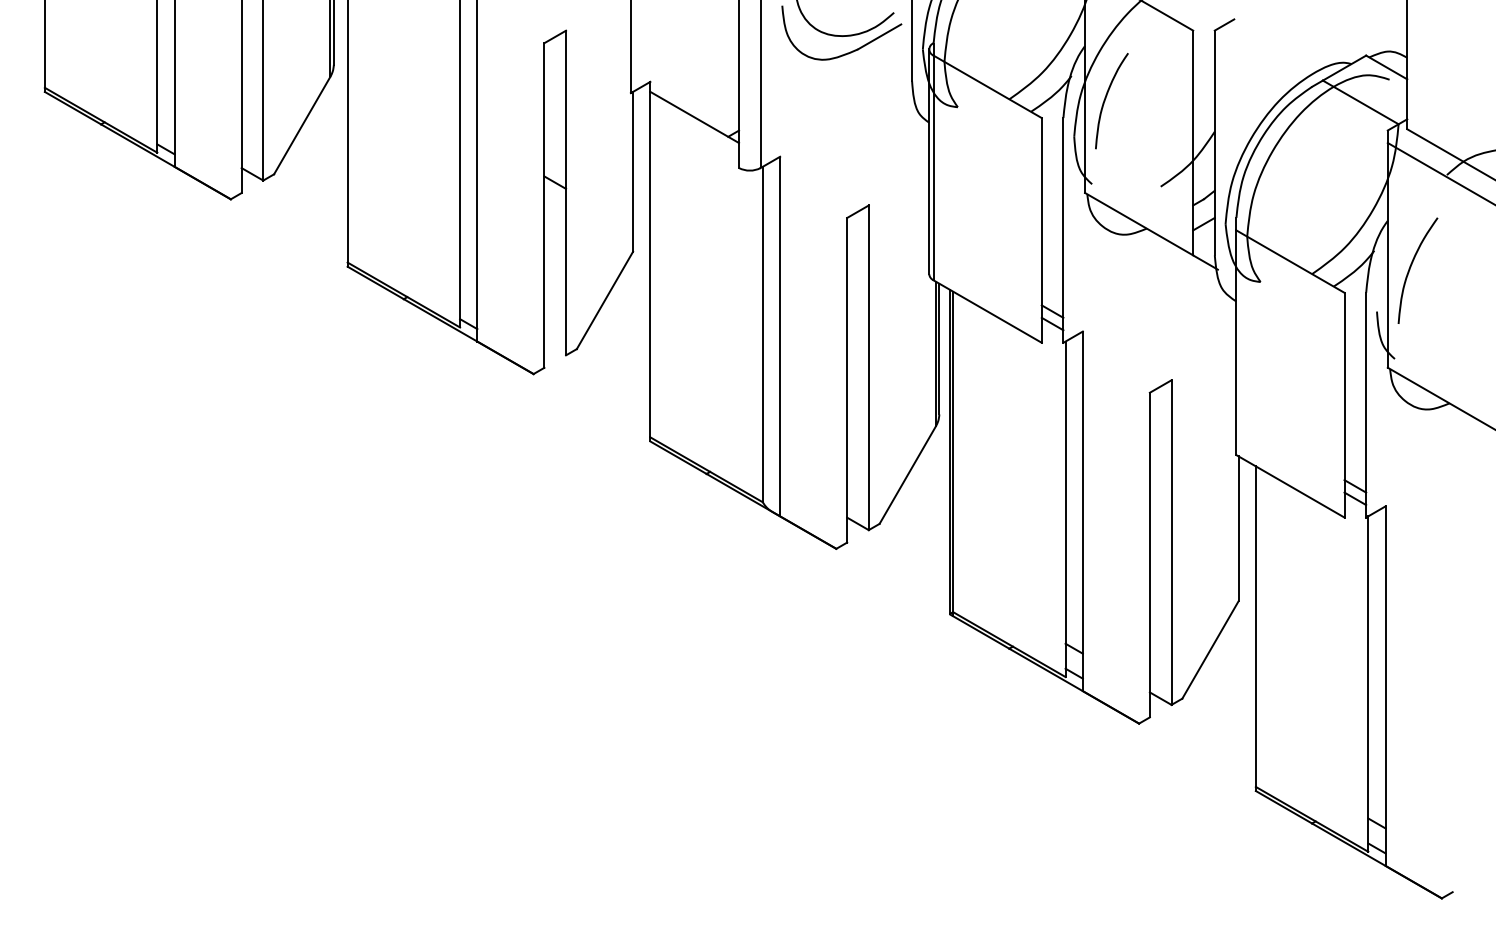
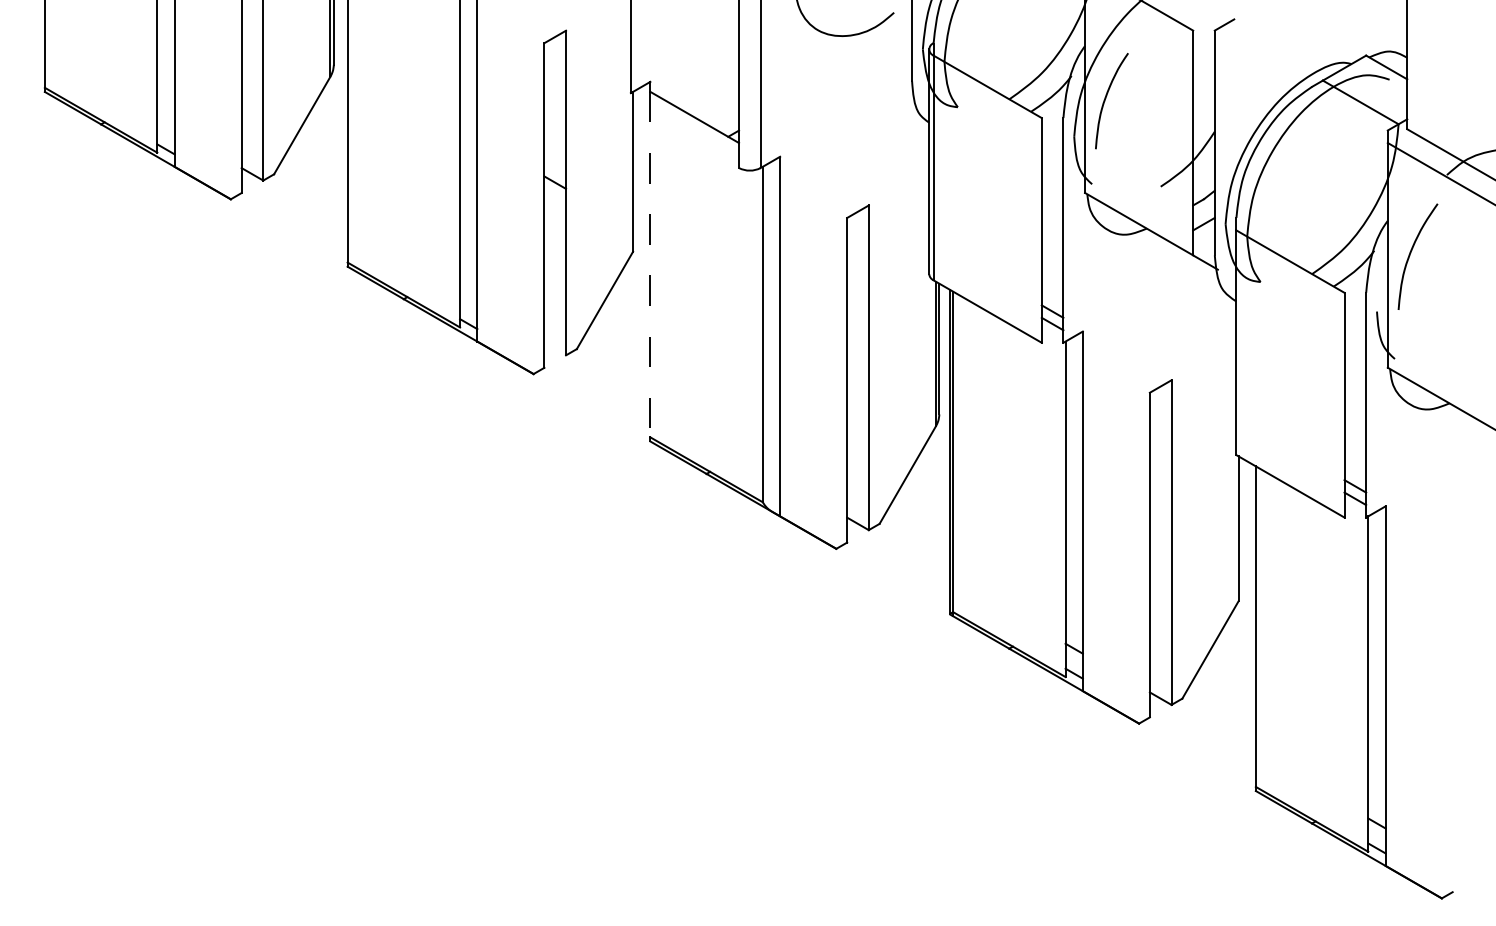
part at (847, 52): present -> none
line at (650, 264): solid -> dashed
curve at (1411, 267) position: (1411, 267) -> (1411, 253)
